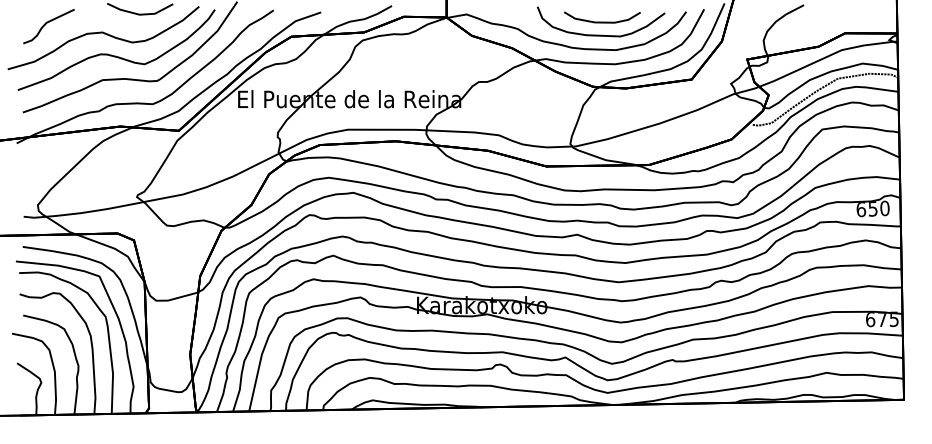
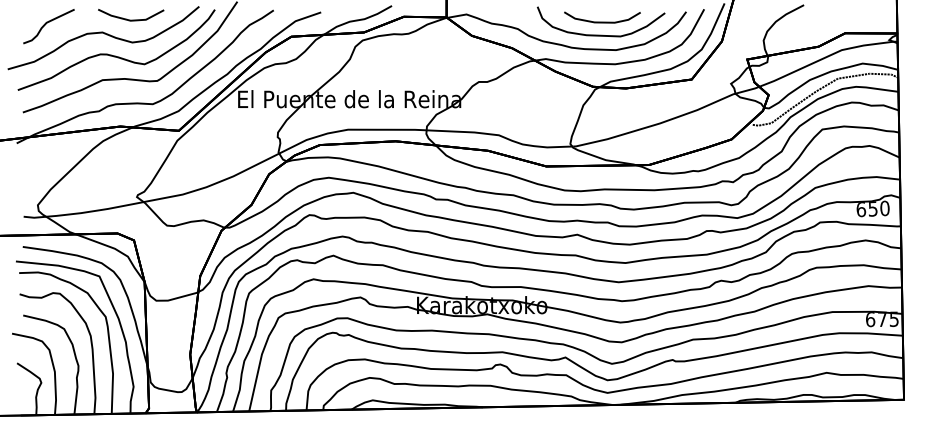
line at (140, 13) position: (140, 13) -> (131, 19)
